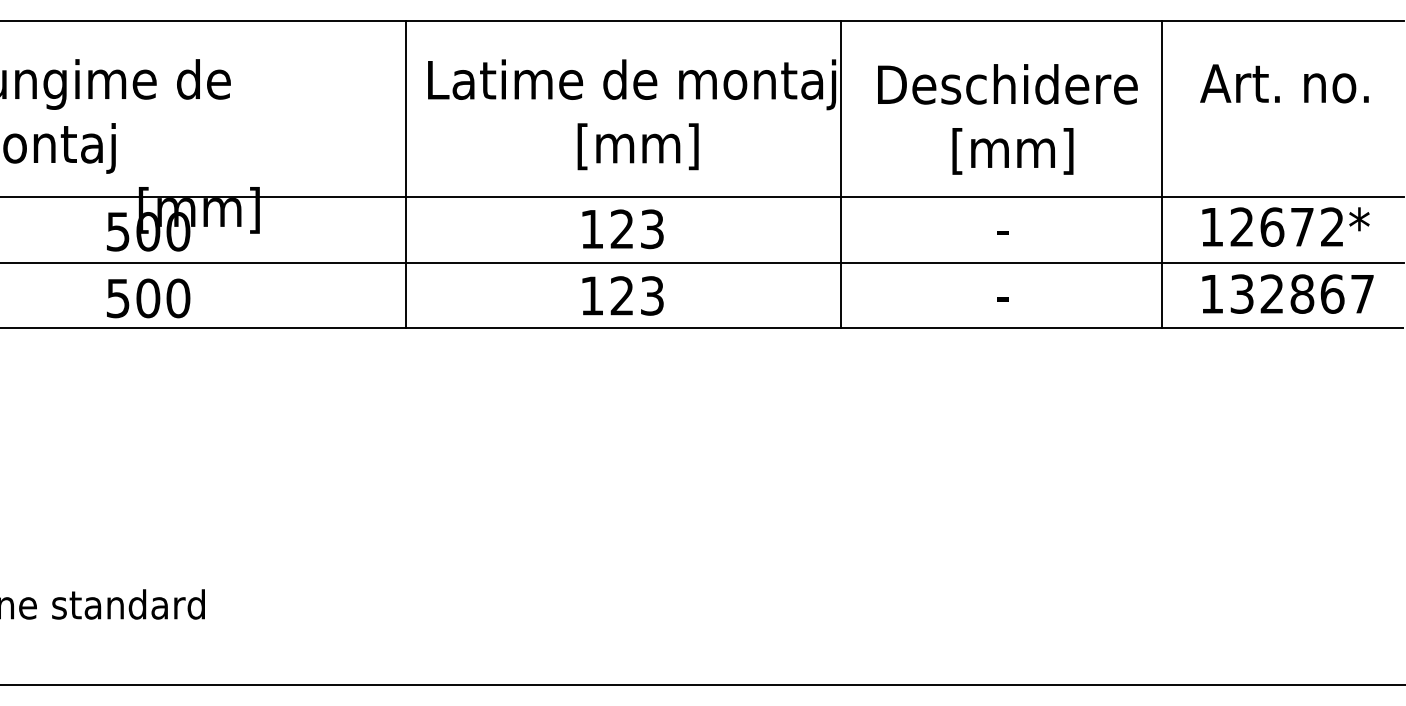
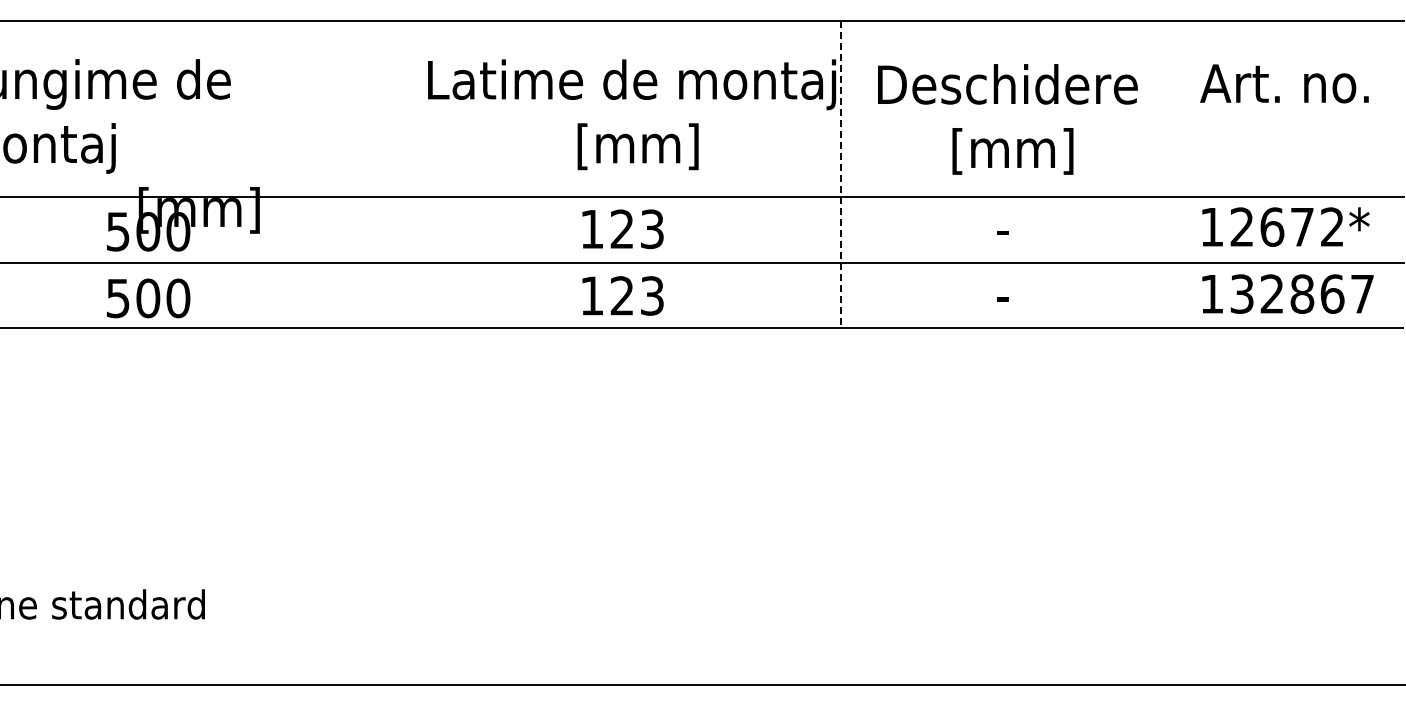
line at (405, 174): present -> none
line at (840, 174): solid -> dashed
line at (1161, 174): present -> none
